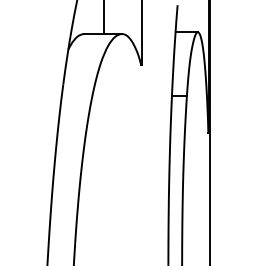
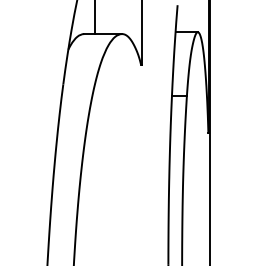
line at (103, 18) position: (103, 18) -> (94, 18)
